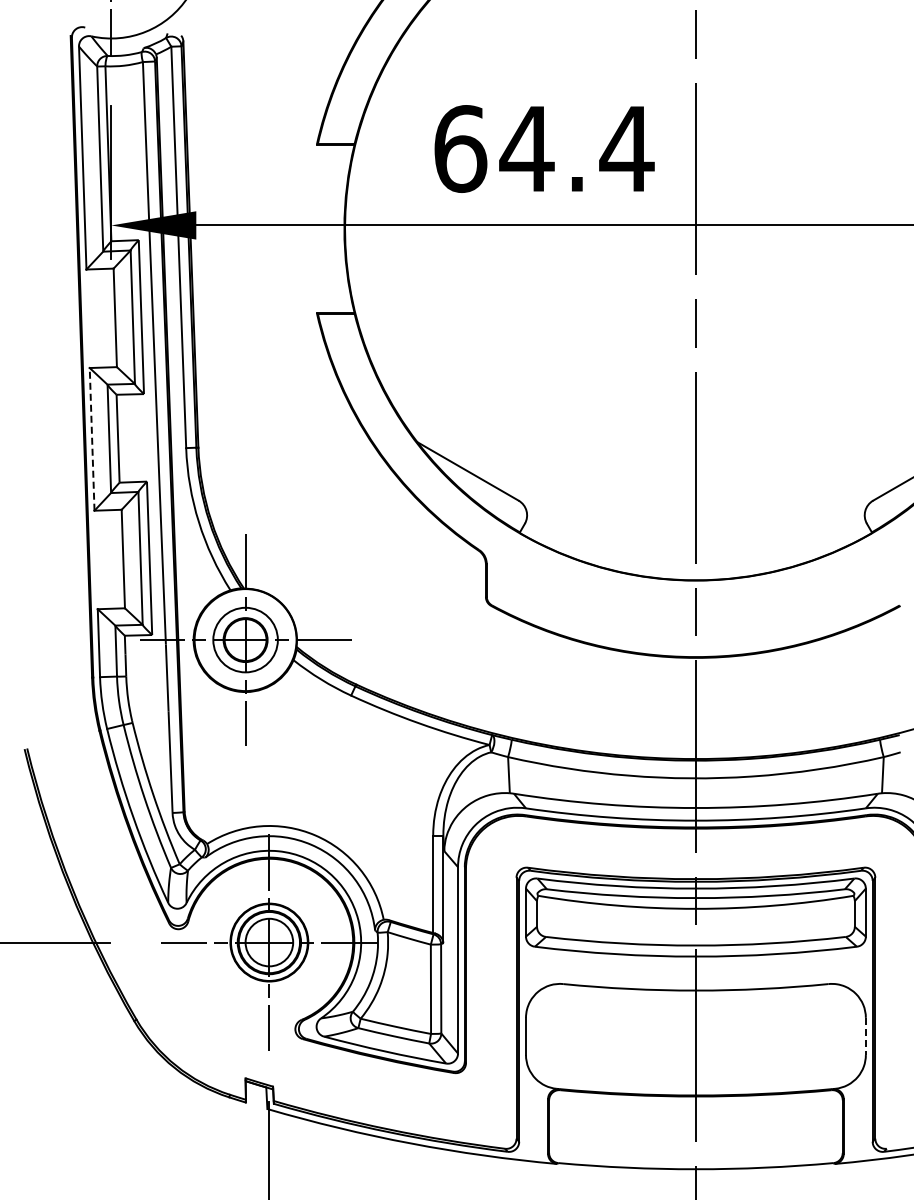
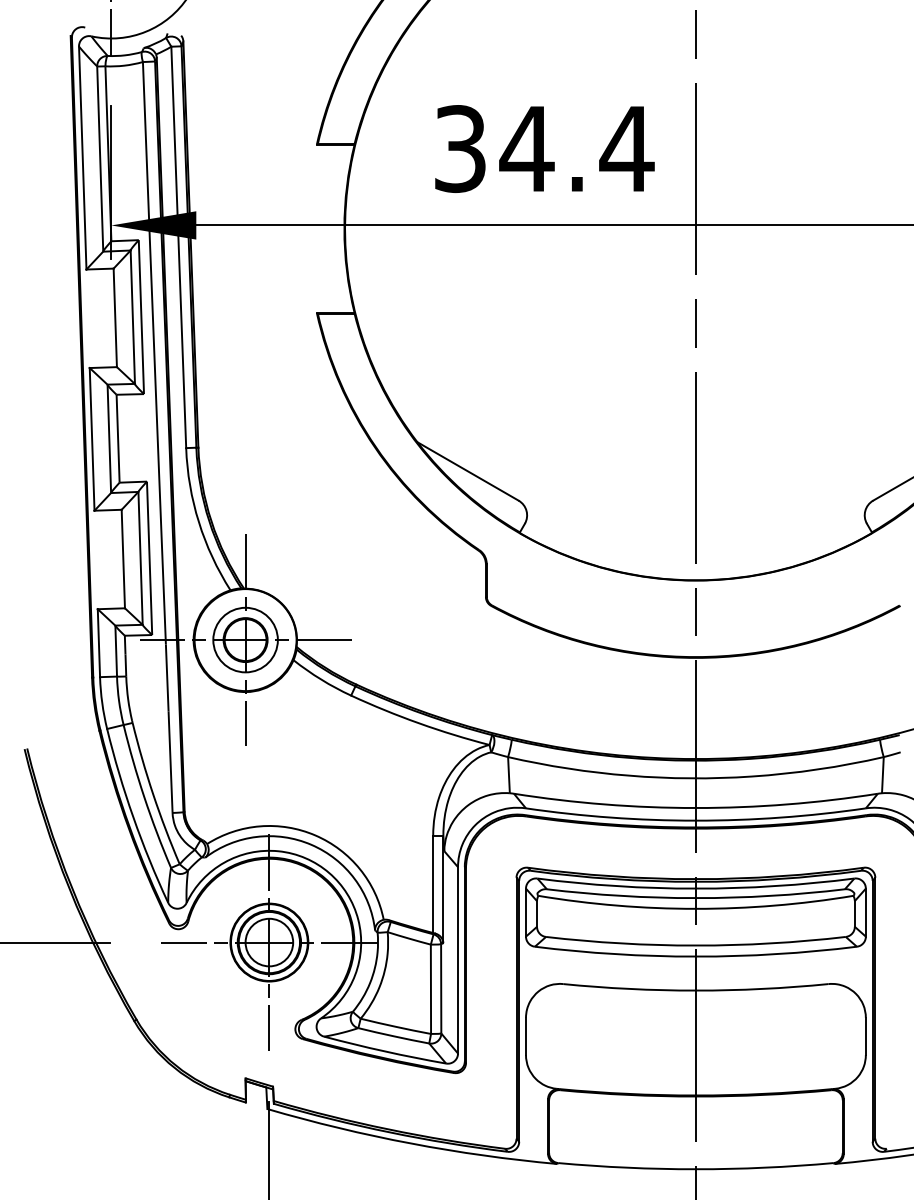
text at (460, 149): 64.4 -> 34.4
line at (92, 438): dashed -> solid
line at (865, 1036): dashed -> solid
